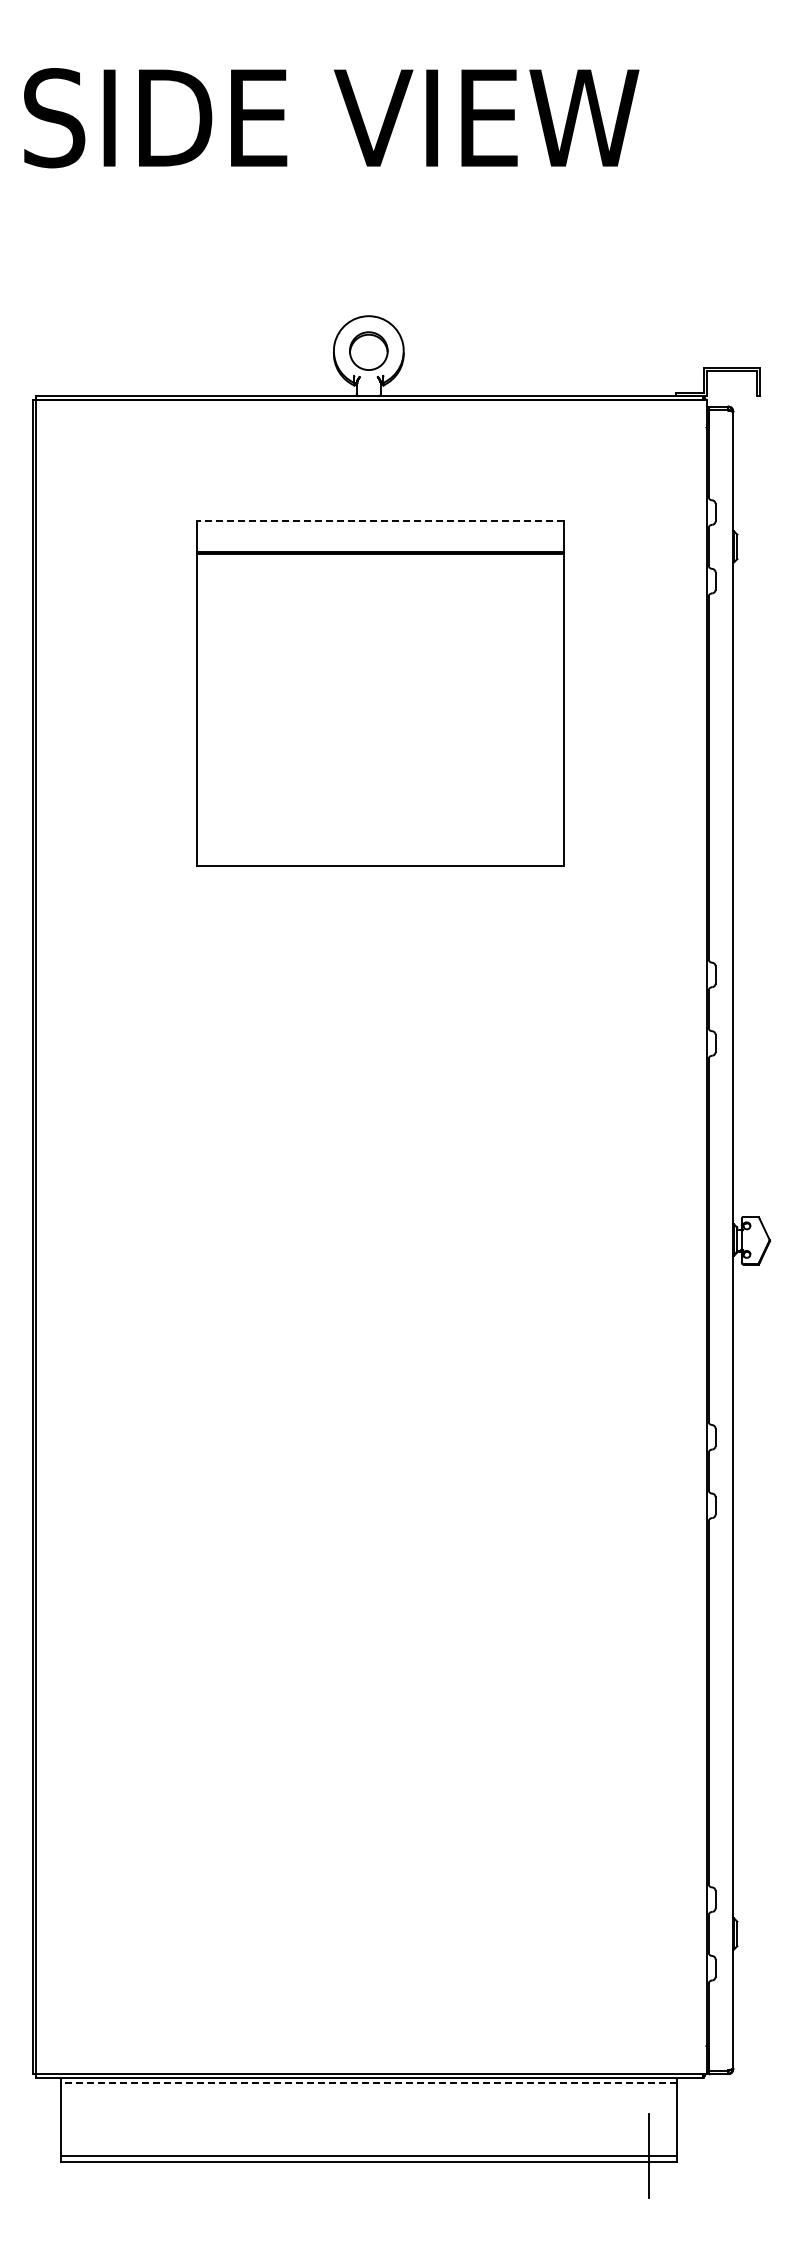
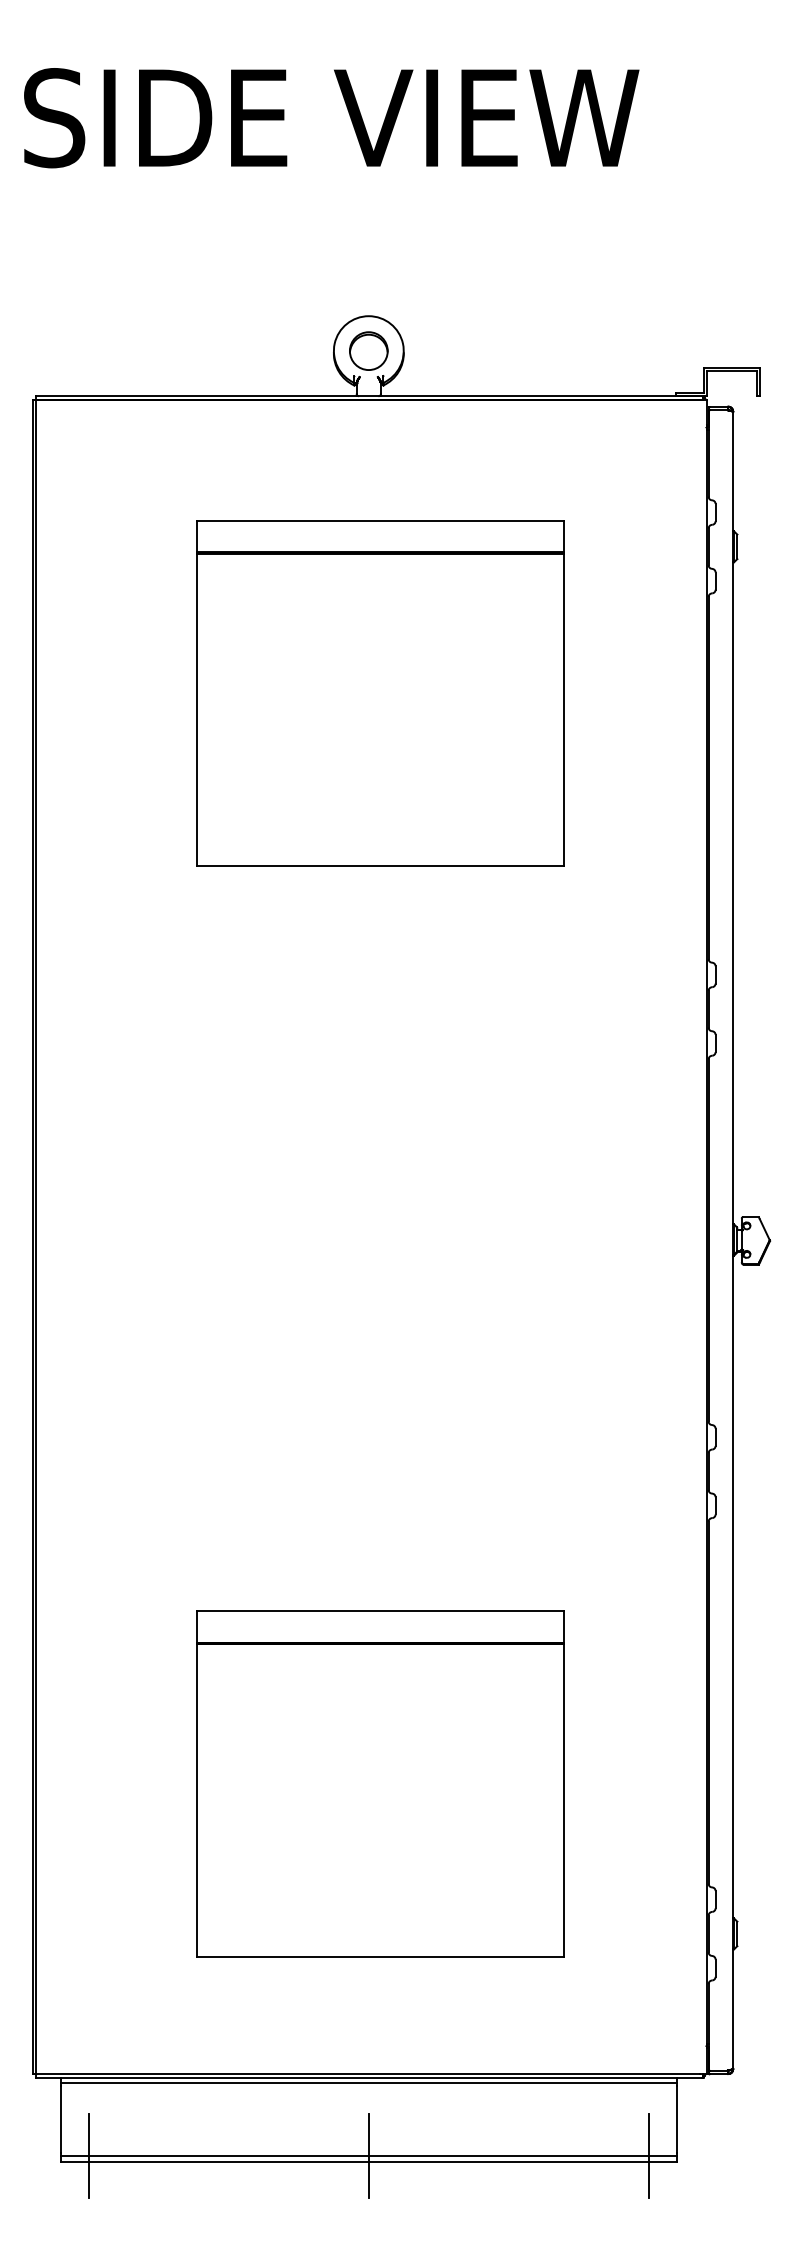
line at (380, 520): dashed -> solid
part at (380, 1783): none -> present
line at (368, 2082): dashed -> solid
line at (88, 2155): none -> present
line at (368, 2155): none -> present
